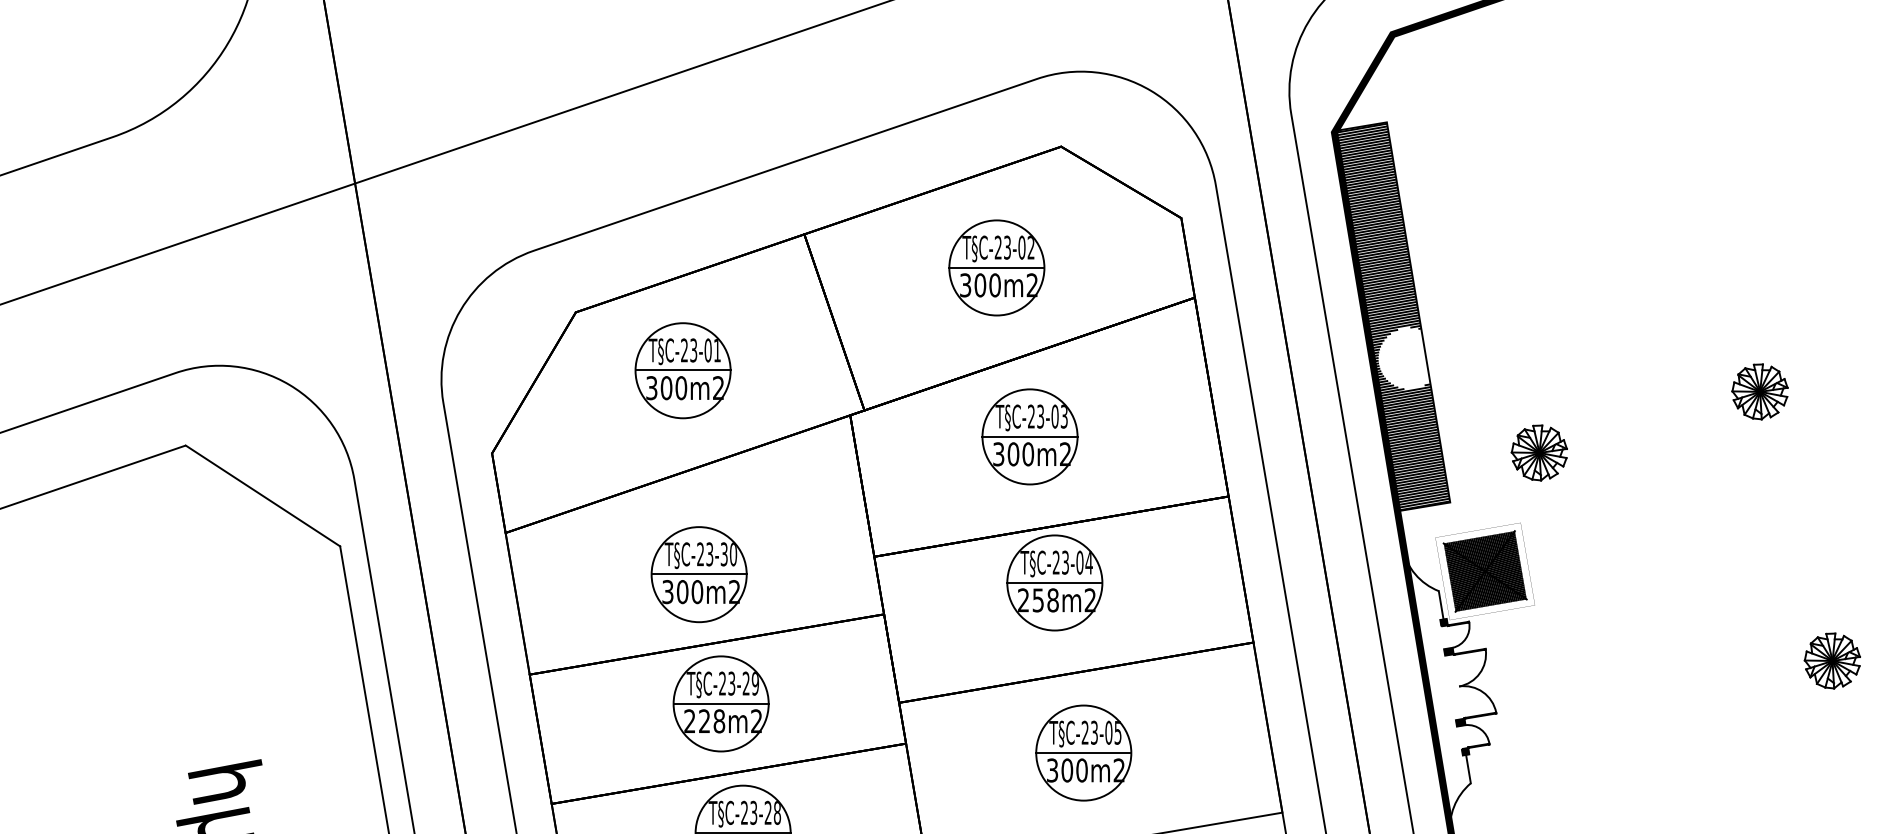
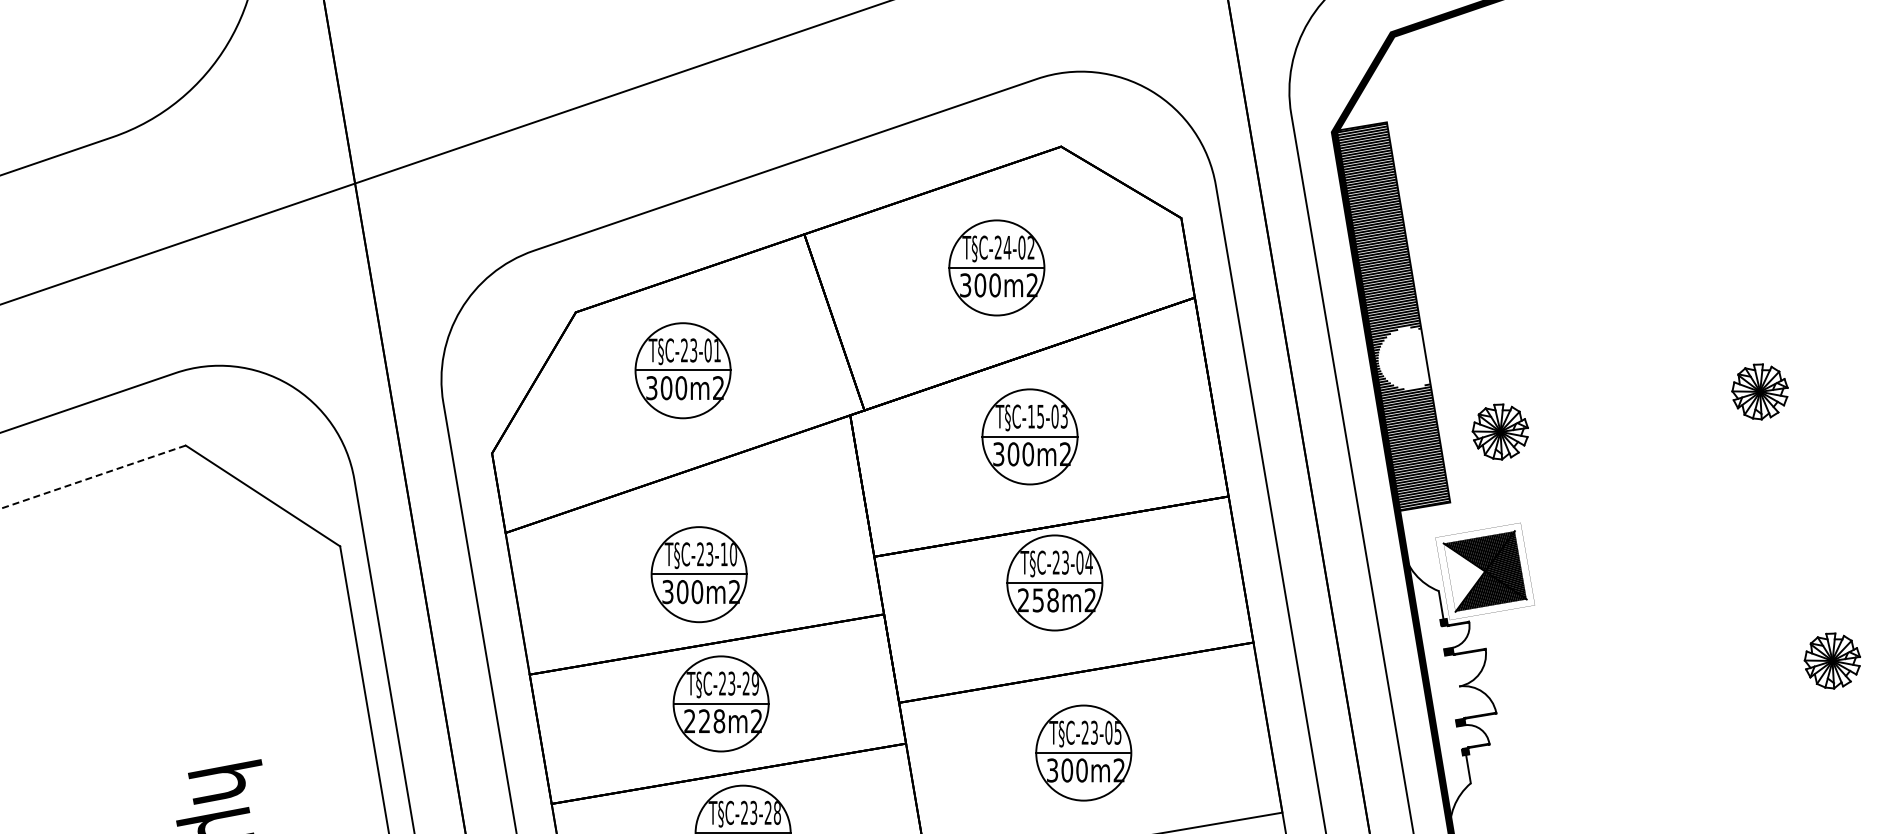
text at (1007, 247): T§C-23-02 -> T§C-24-02
text at (1036, 416): T§C-23-03 -> T§C-15-03
part at (1538, 452) position: (1538, 452) -> (1499, 431)
line at (93, 477): solid -> dashed
text at (723, 554): T§C-23-30 -> T§C-23-10
hatch at (1464, 577): present -> none
